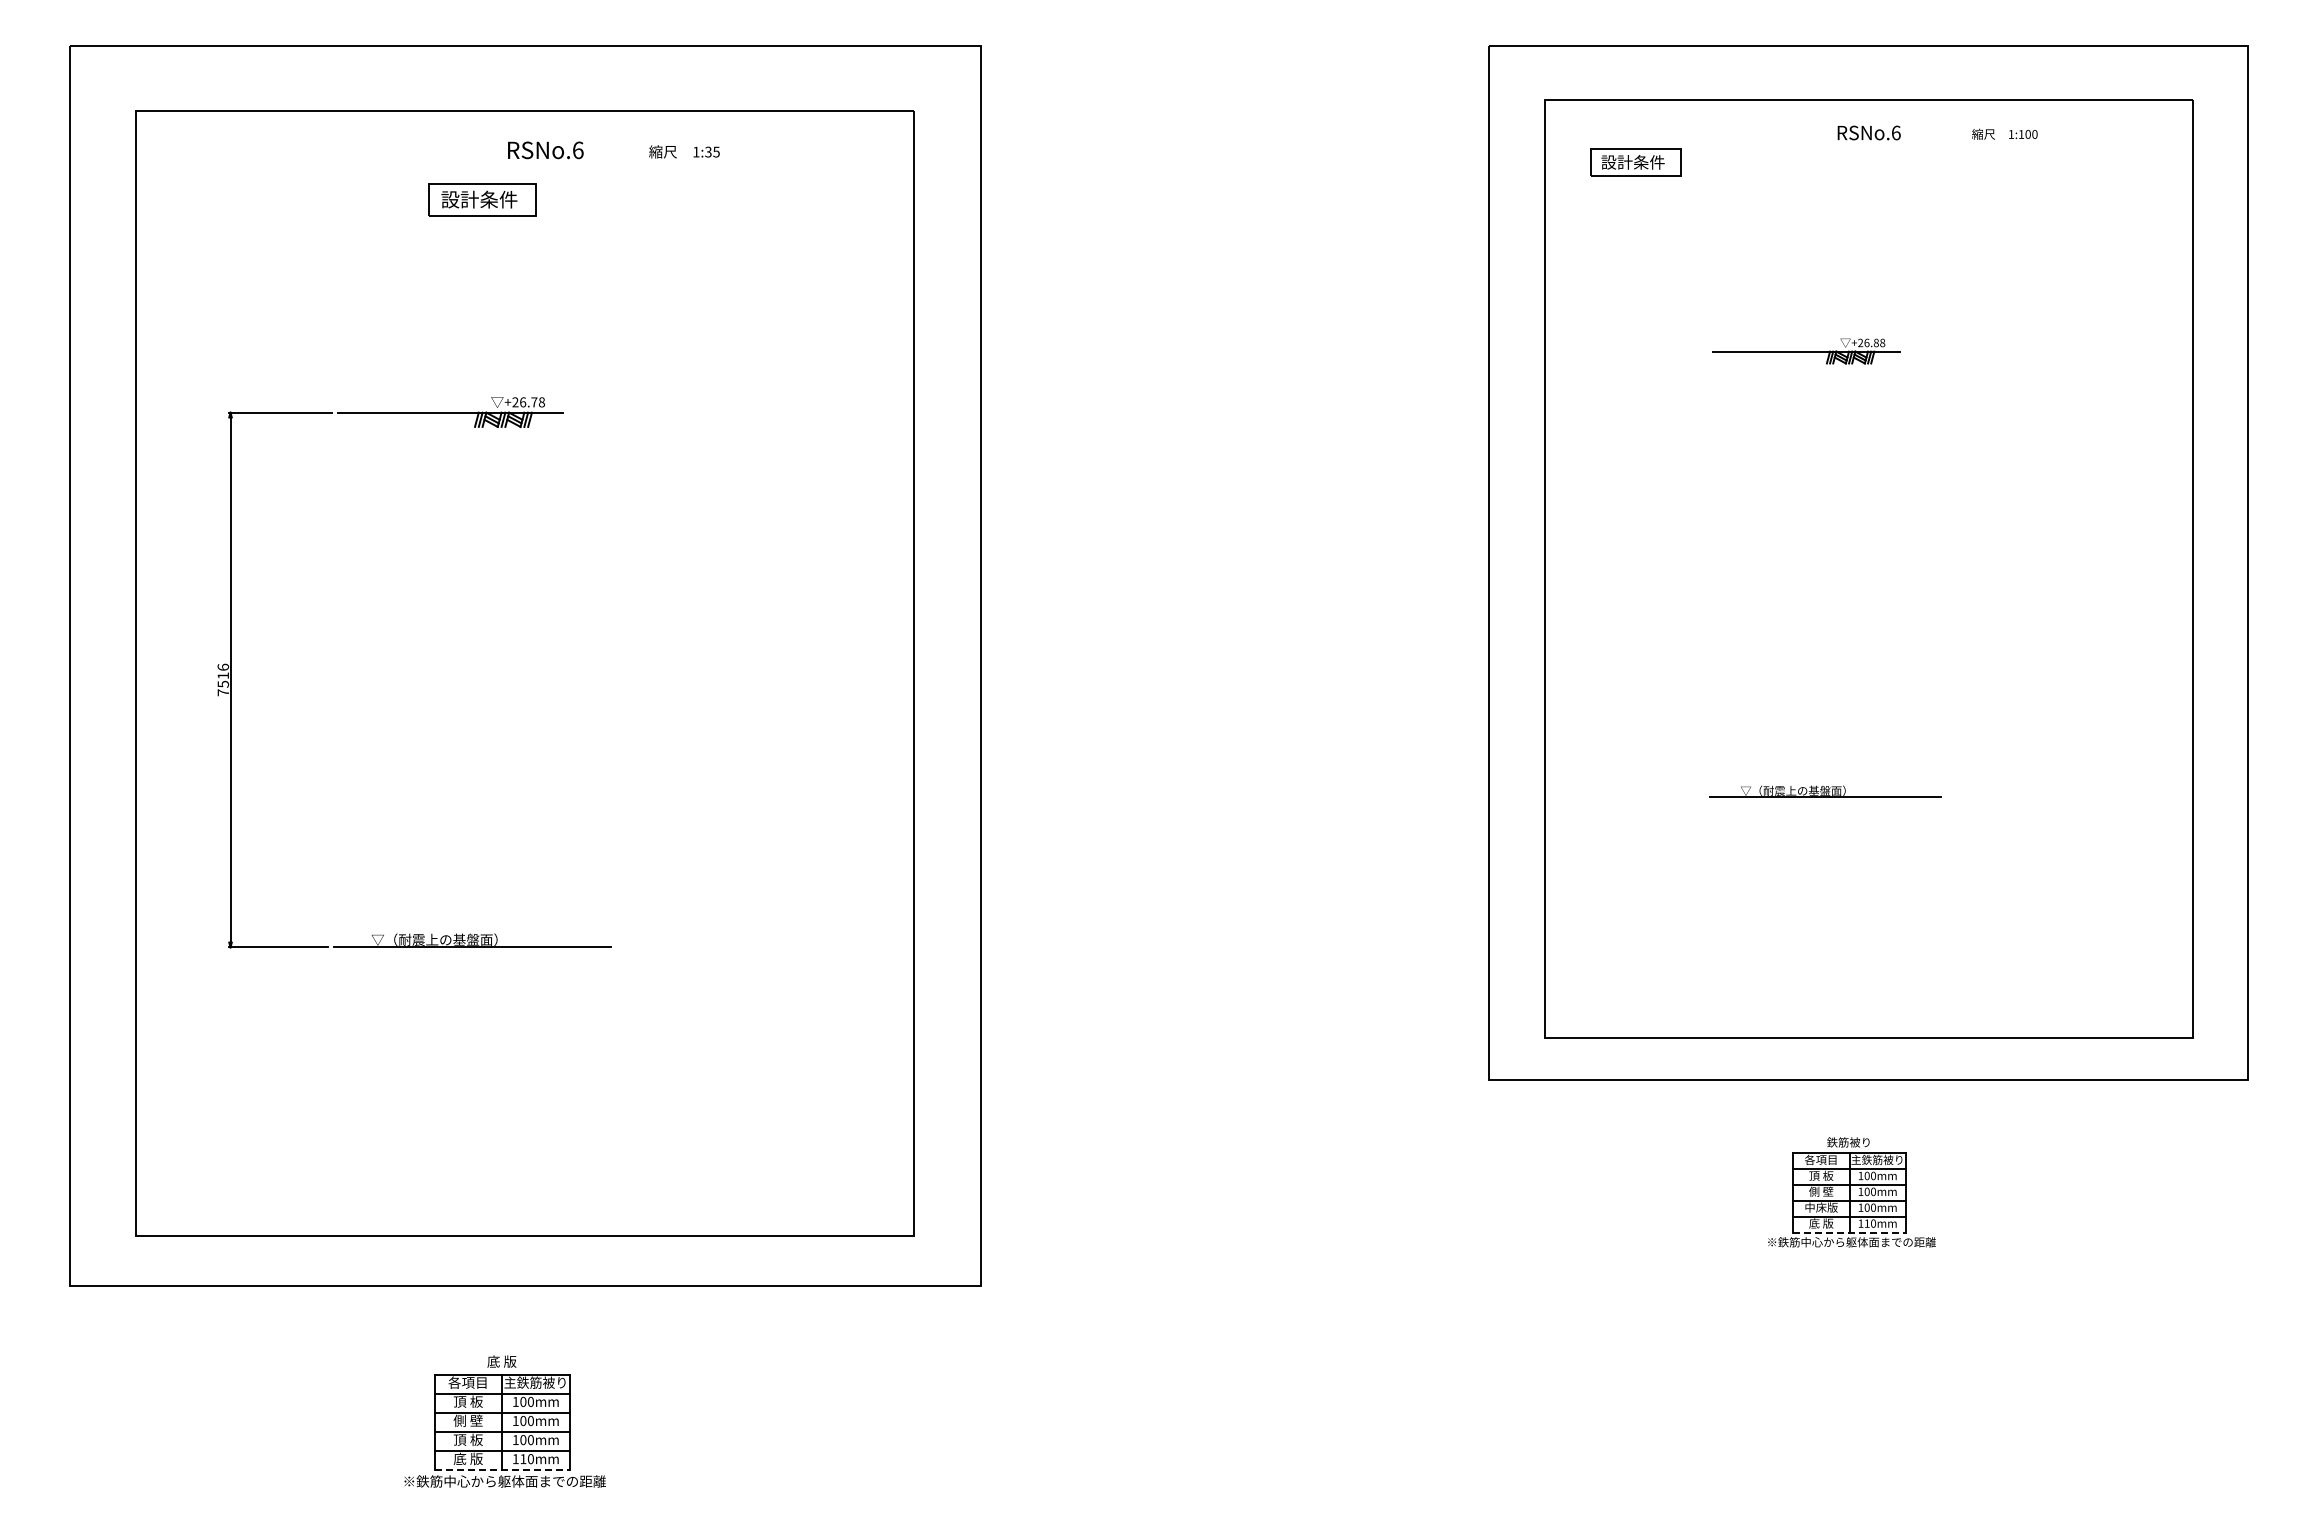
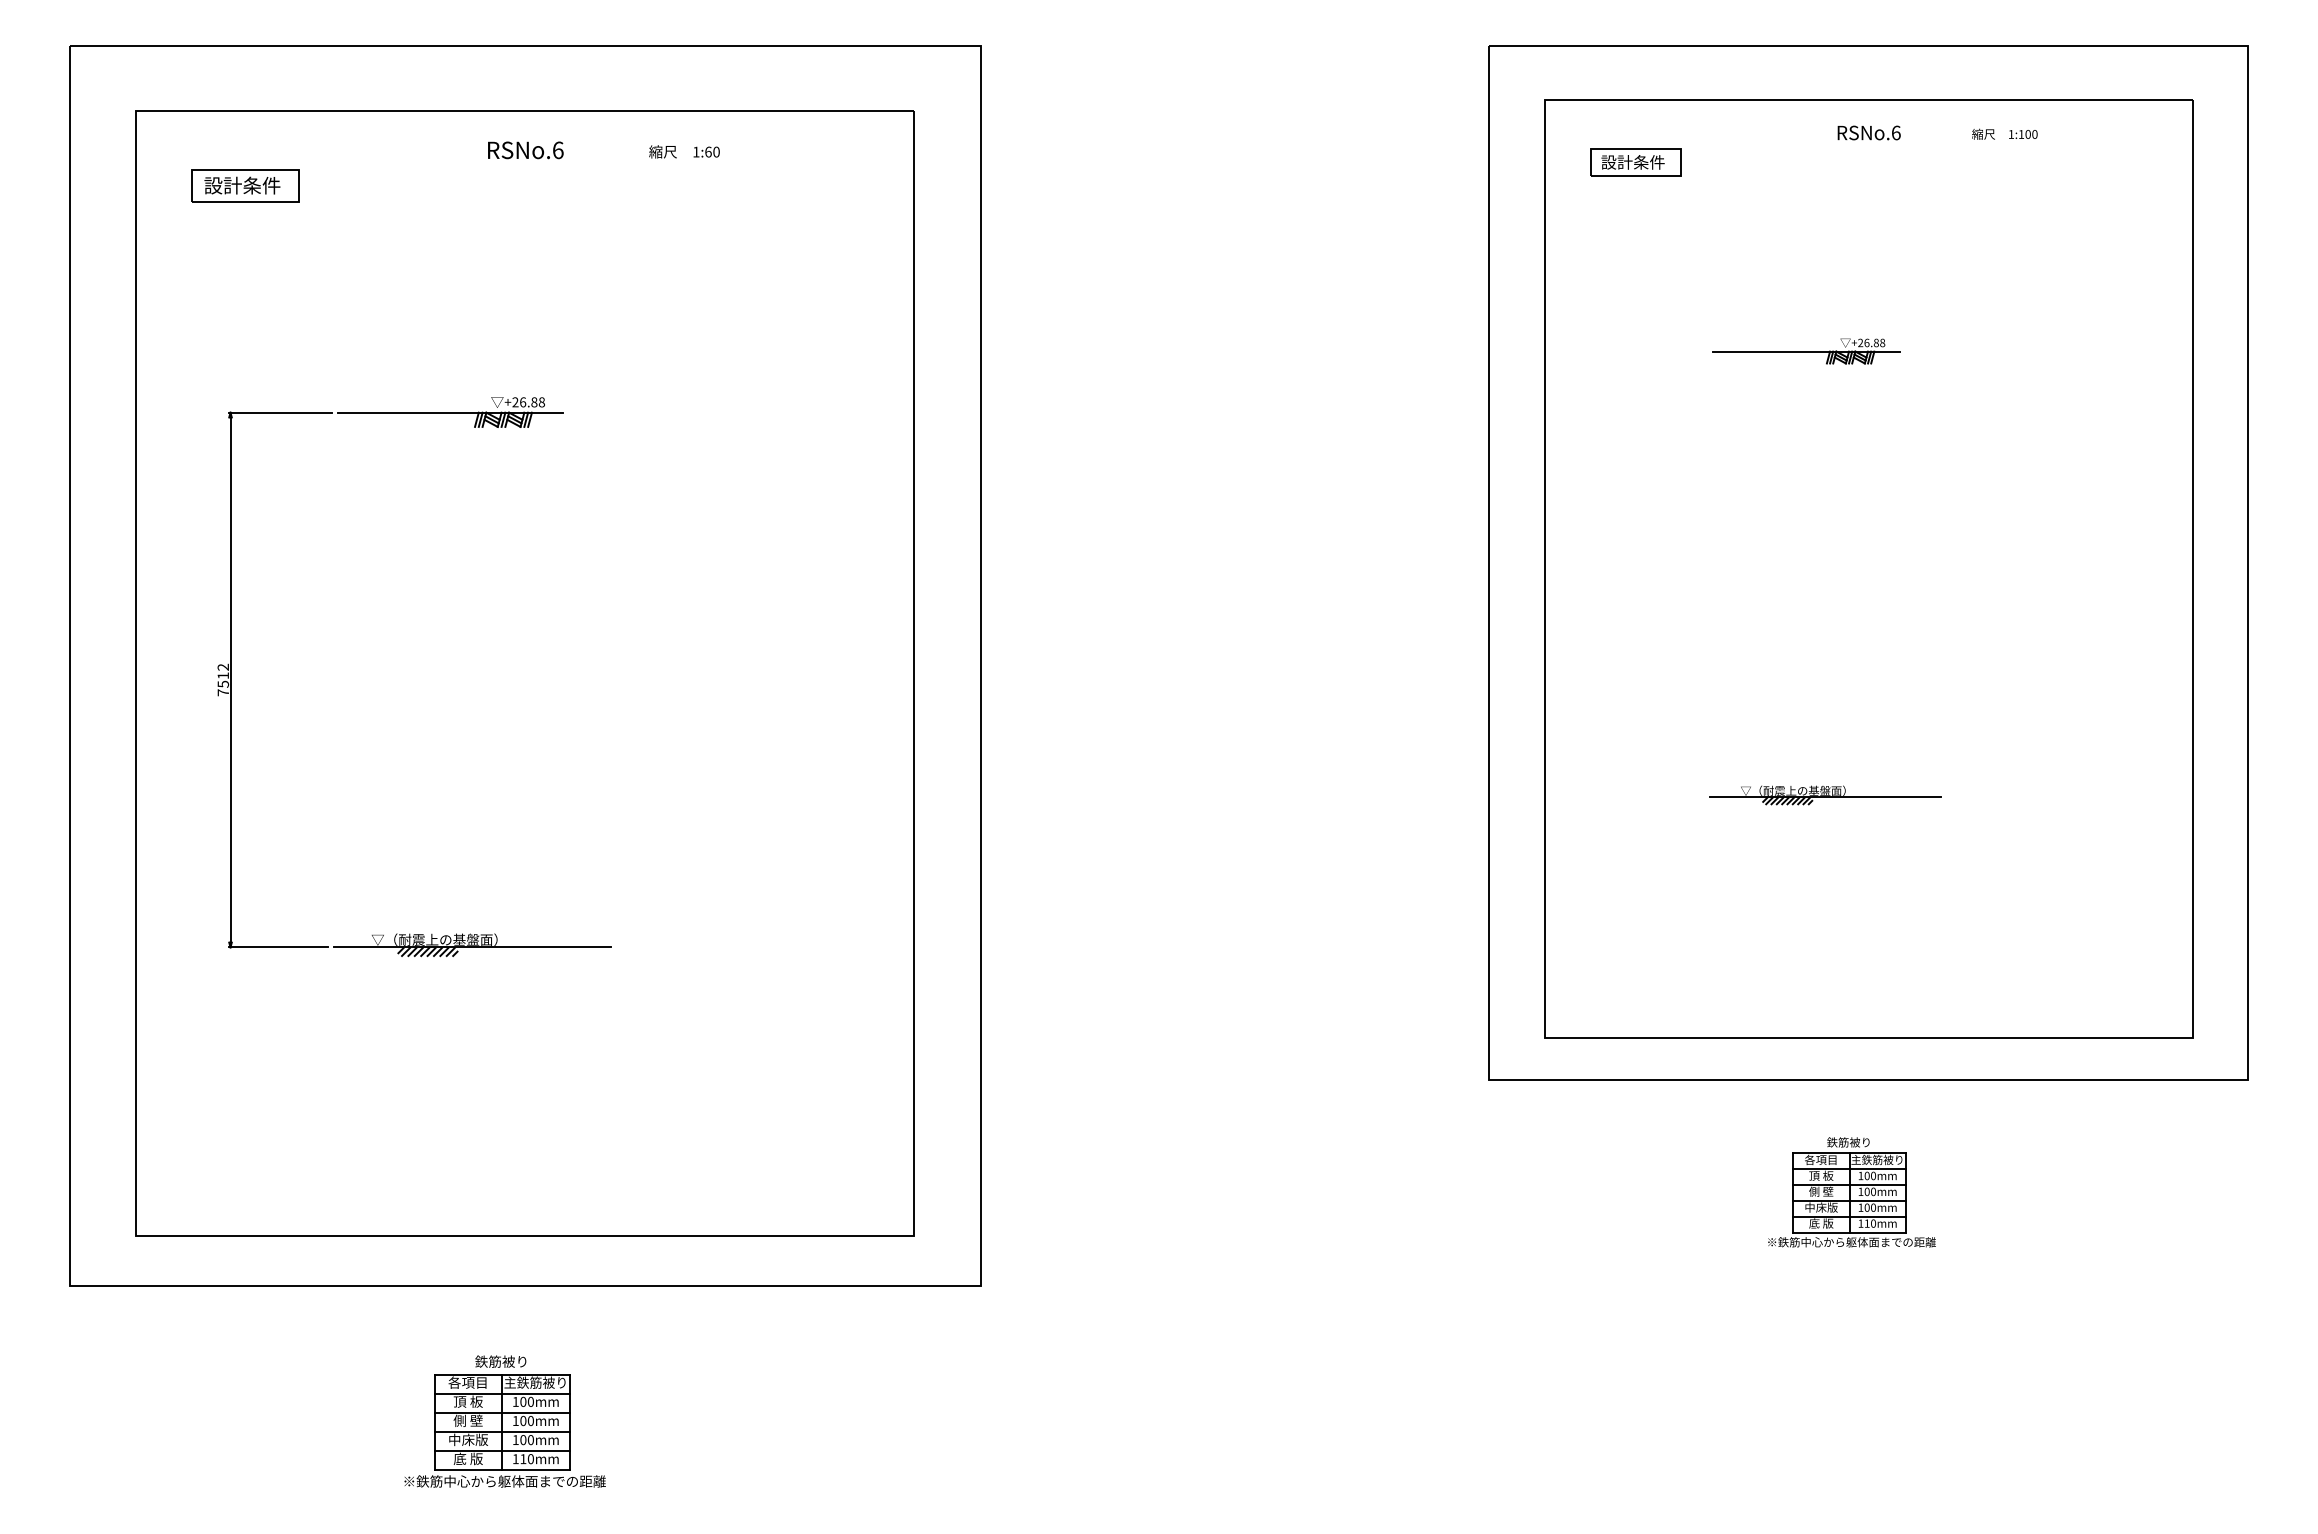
text at (545, 150) position: (545, 150) -> (525, 150)
text at (712, 151): 1:35 -> 1:60
part at (482, 199) position: (482, 199) -> (245, 185)
text at (534, 402): +26.78 -> +26.88
text at (223, 666): 7516 -> 7512
hatch at (1787, 800): none -> present
hatch at (427, 951): none -> present
line at (1850, 1232): dashed -> solid
text at (500, 1361): 底 版 -> 鉄筋被り
text at (468, 1439): 頂 板 -> 中床版
line at (502, 1469): dashed -> solid
